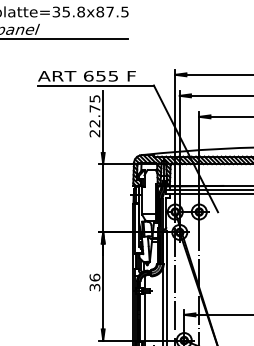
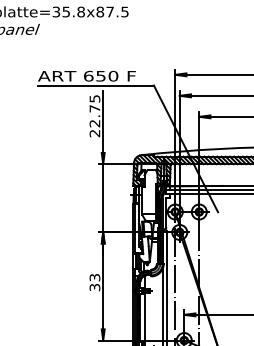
line at (64, 39): present -> none
text at (113, 75): 655 -> 650
text at (94, 277): 36 -> 33
